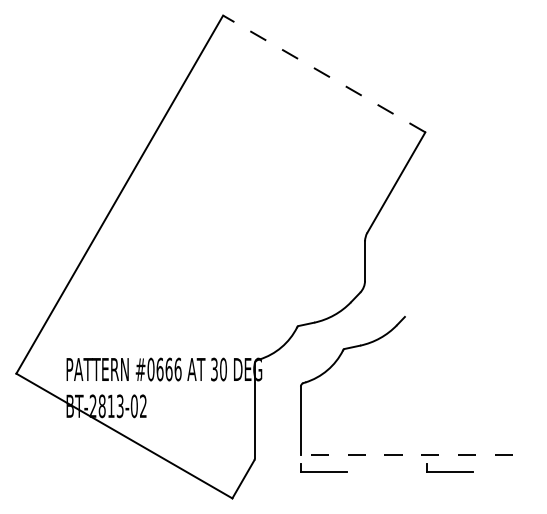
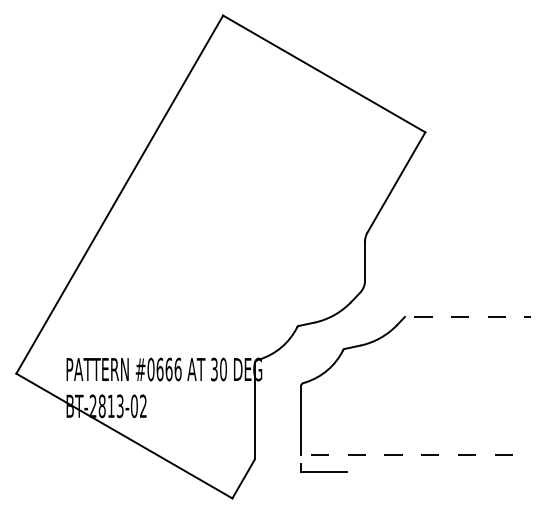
line at (324, 73): dashed -> solid
line at (468, 316): none -> present
part at (449, 467): present -> none
